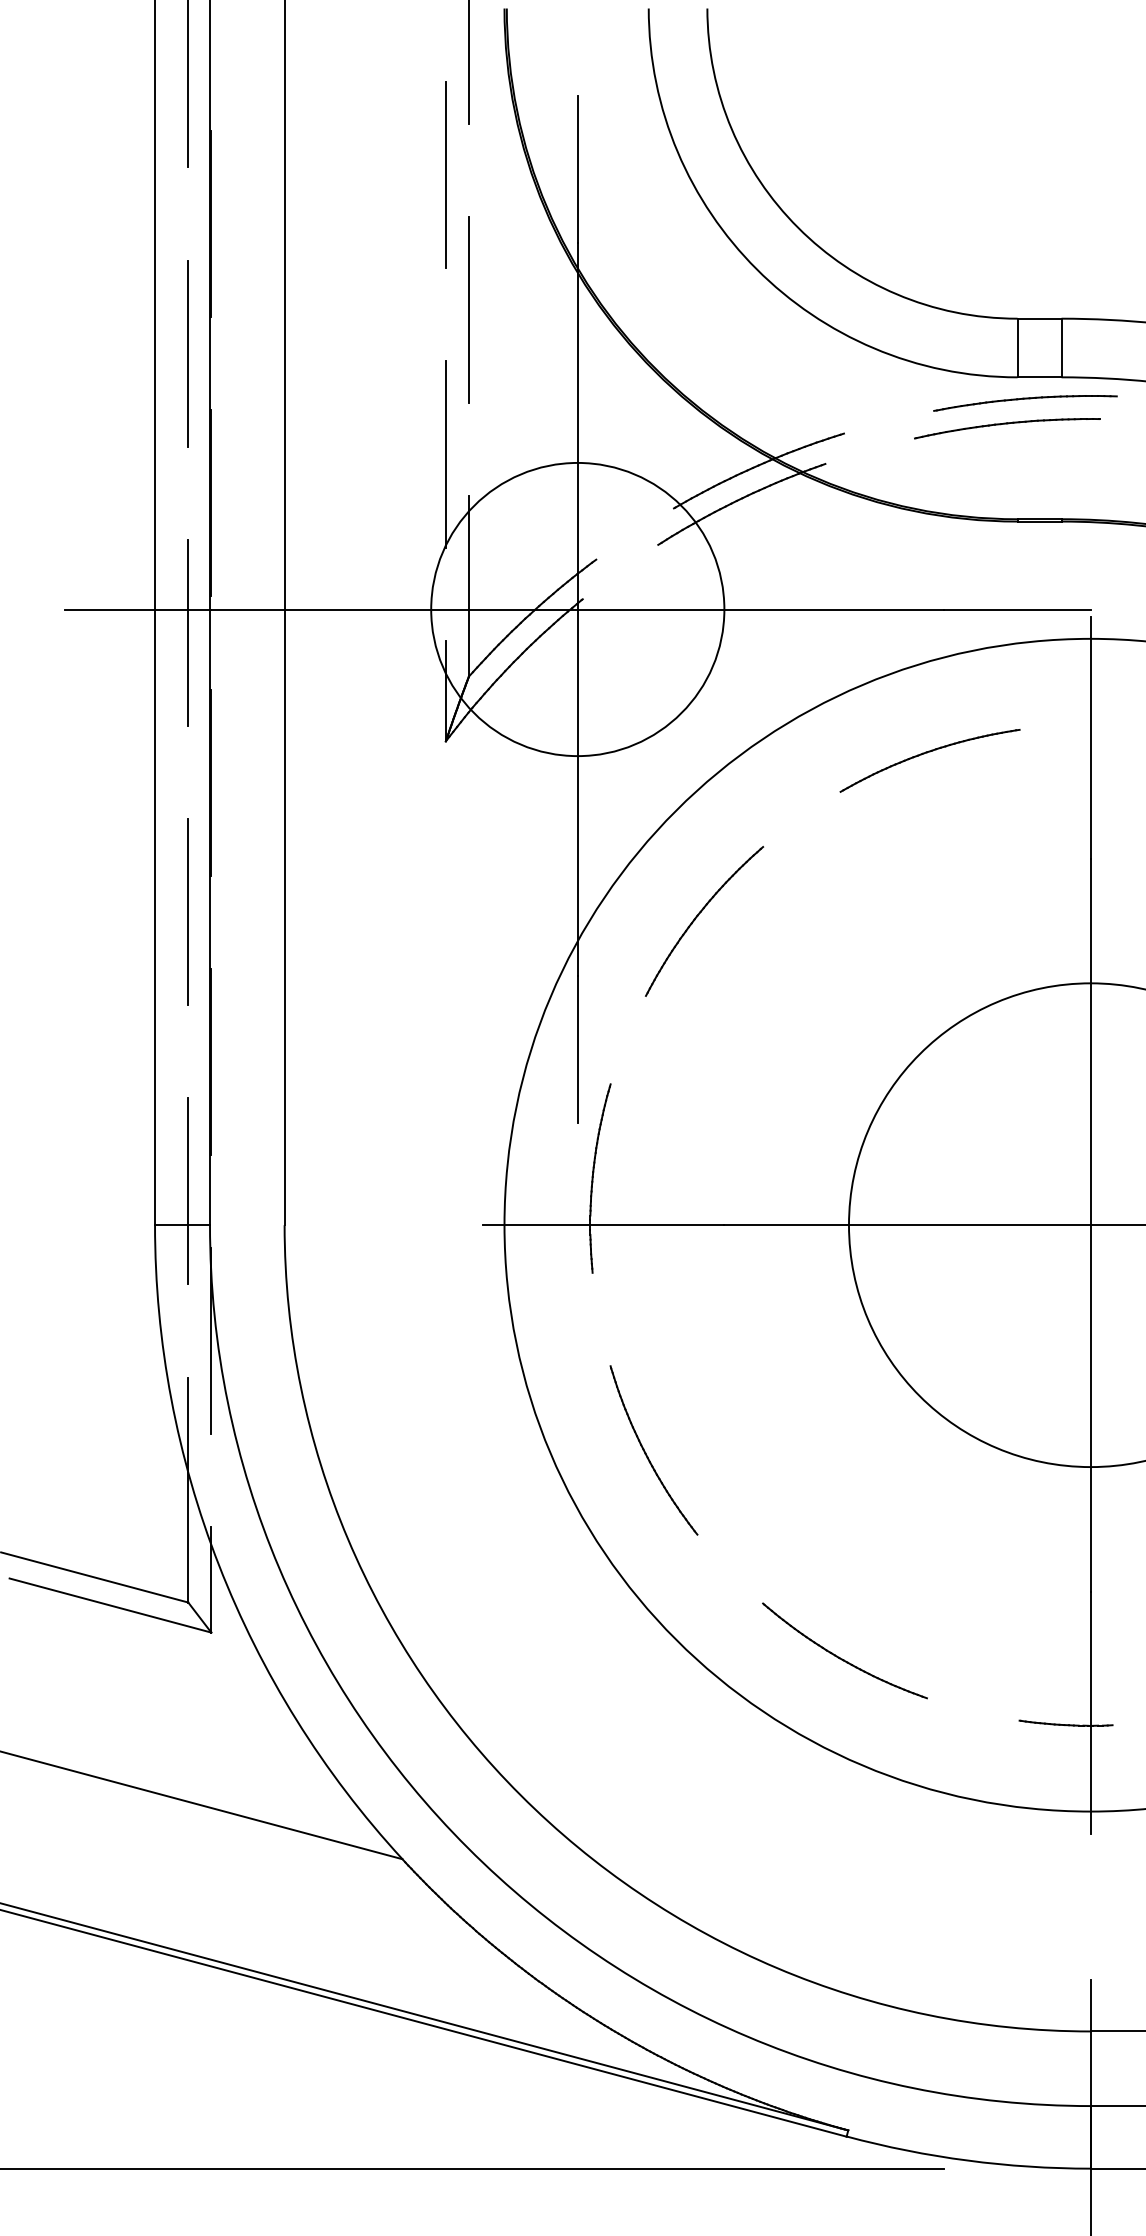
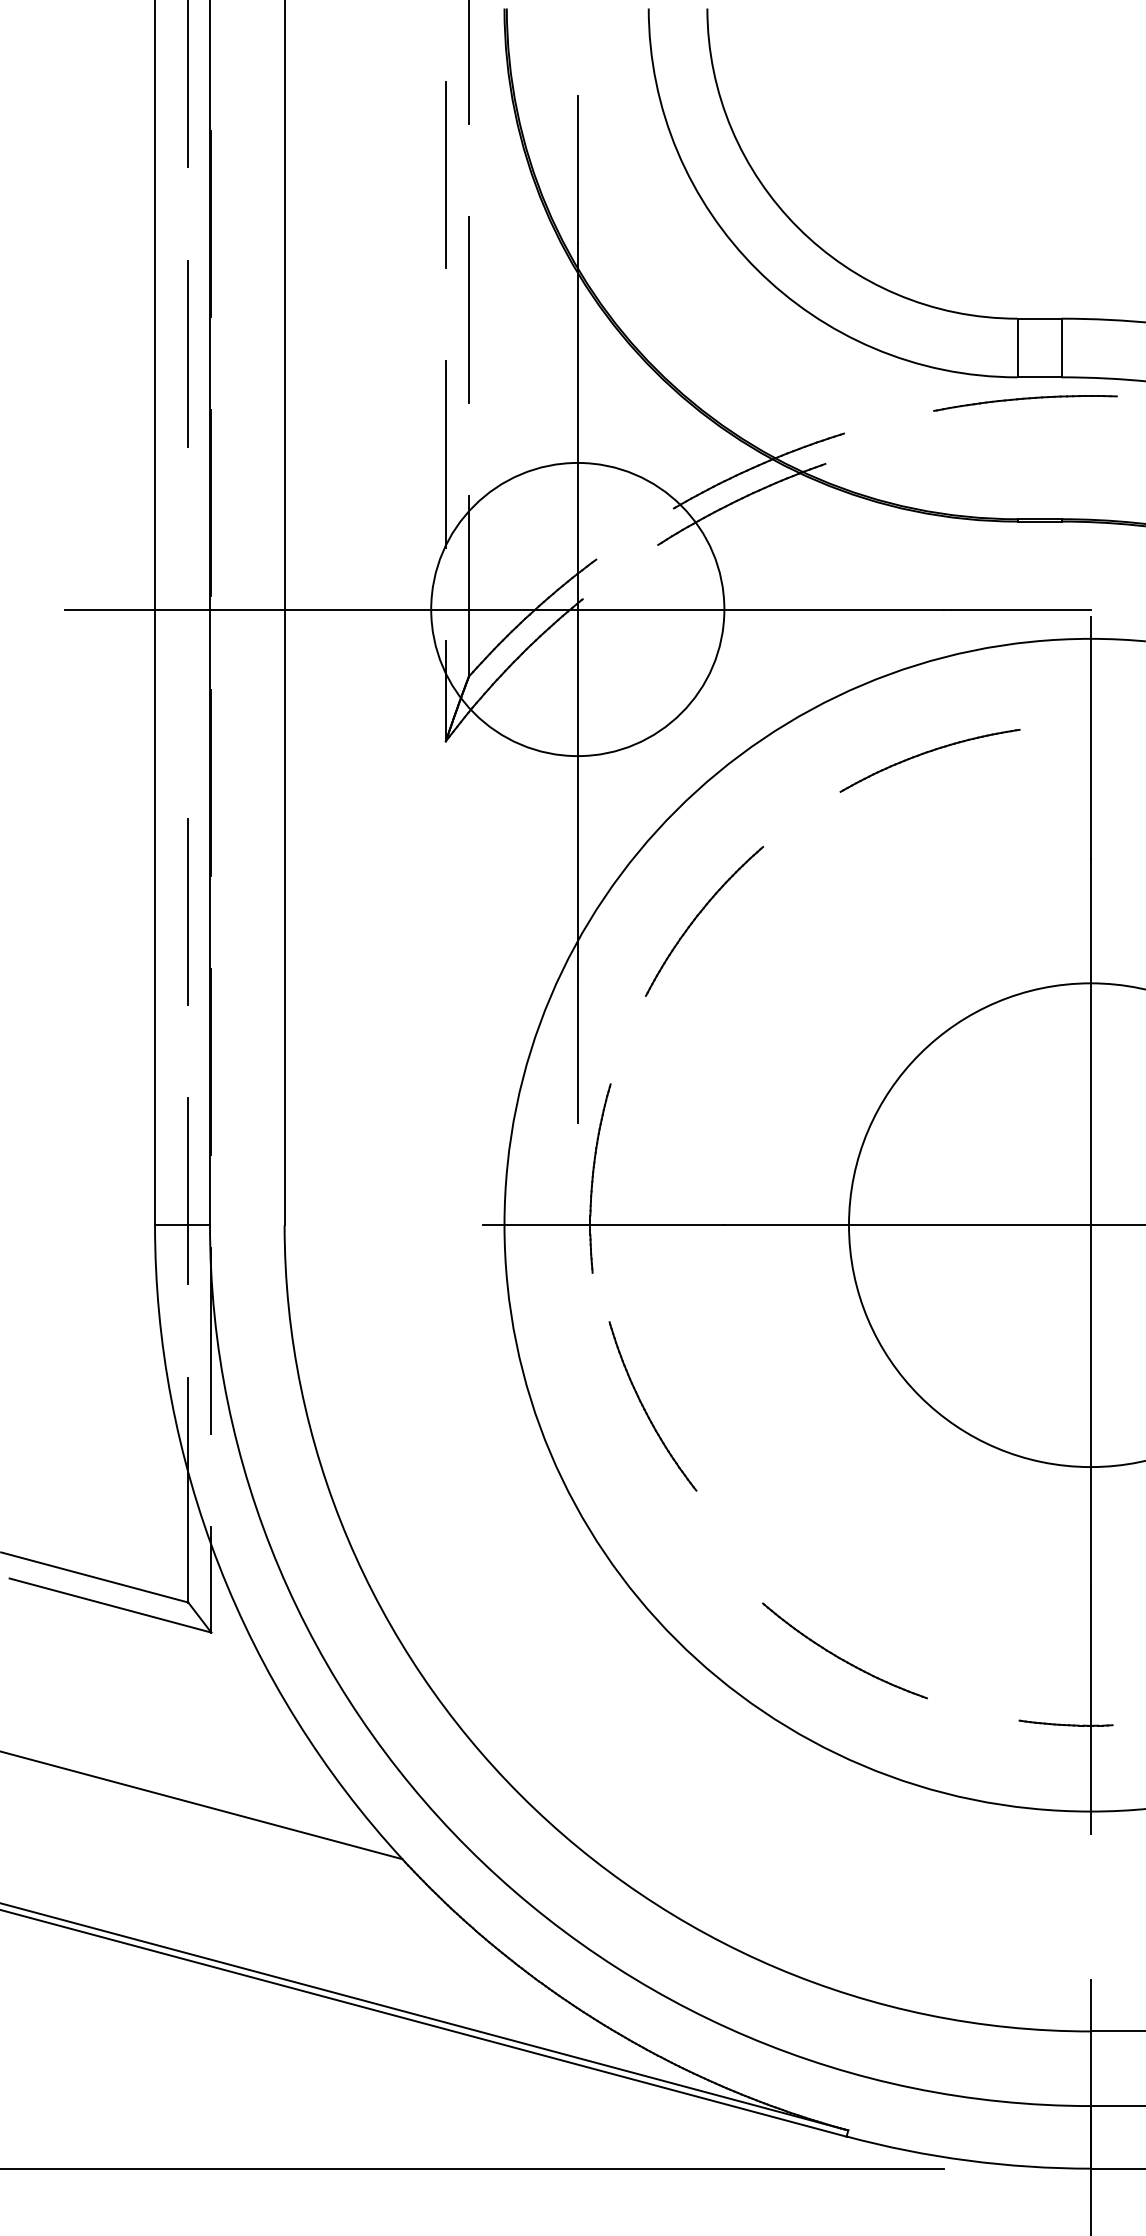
part at (1007, 428): present -> none
line at (188, 632): present -> none
part at (646, 1452) position: (646, 1452) -> (645, 1408)
